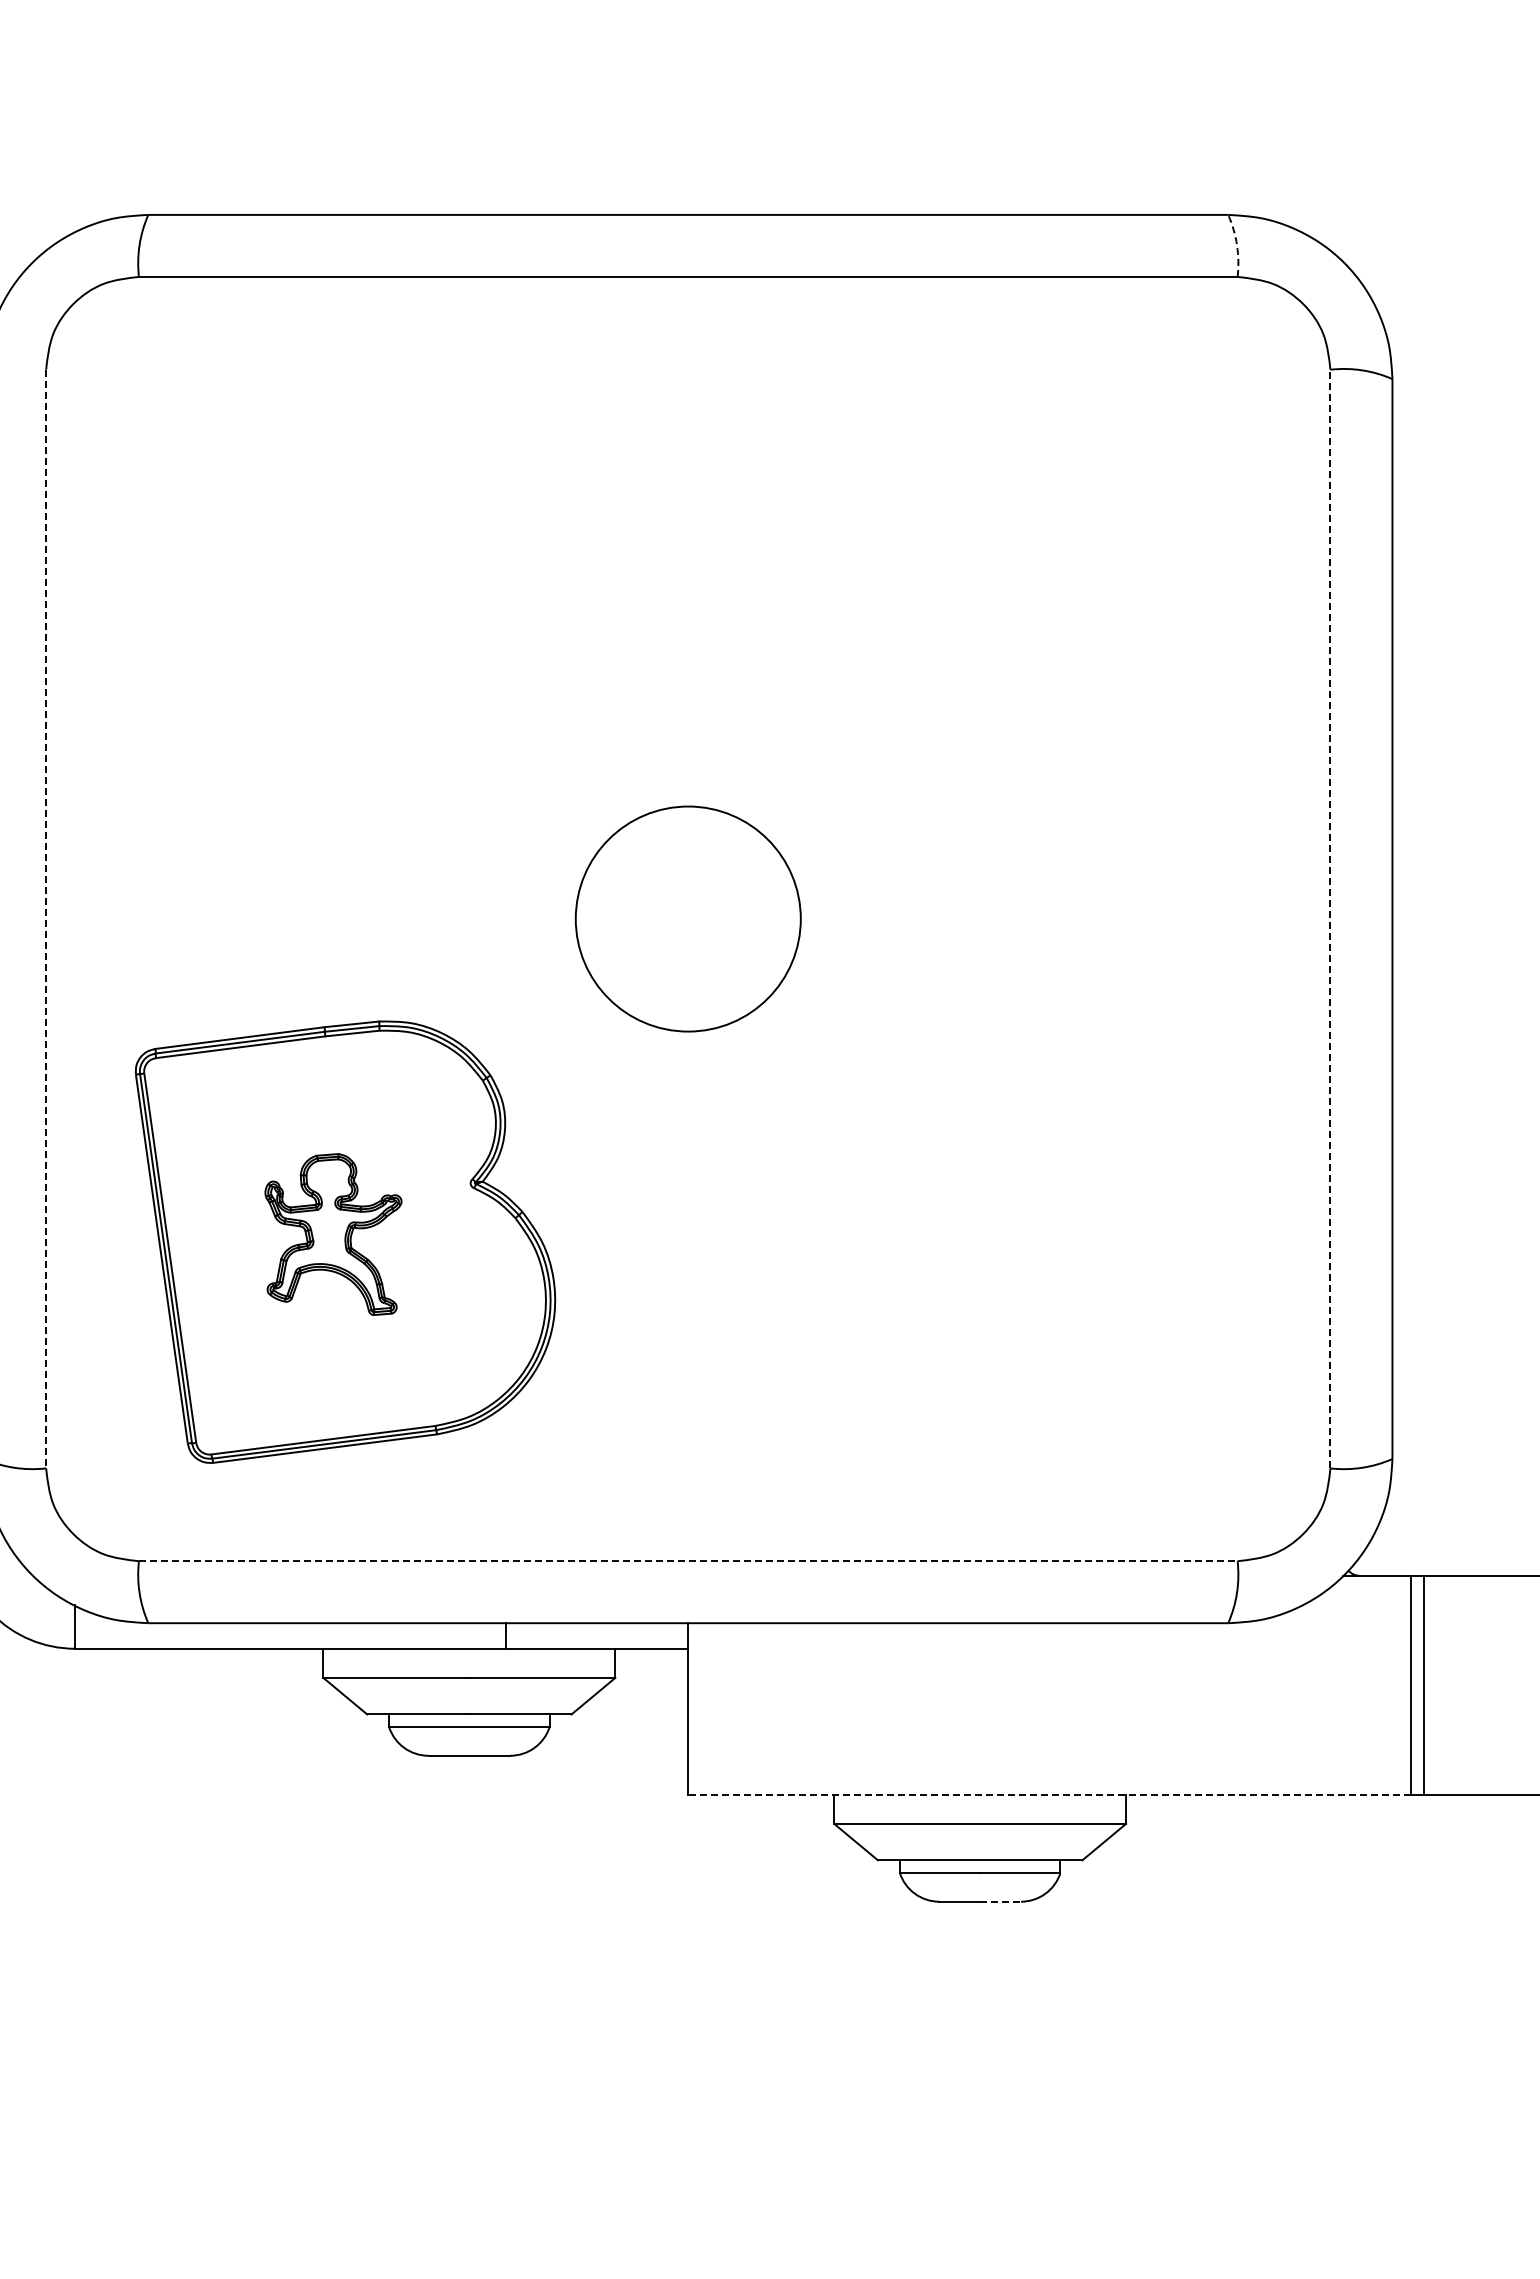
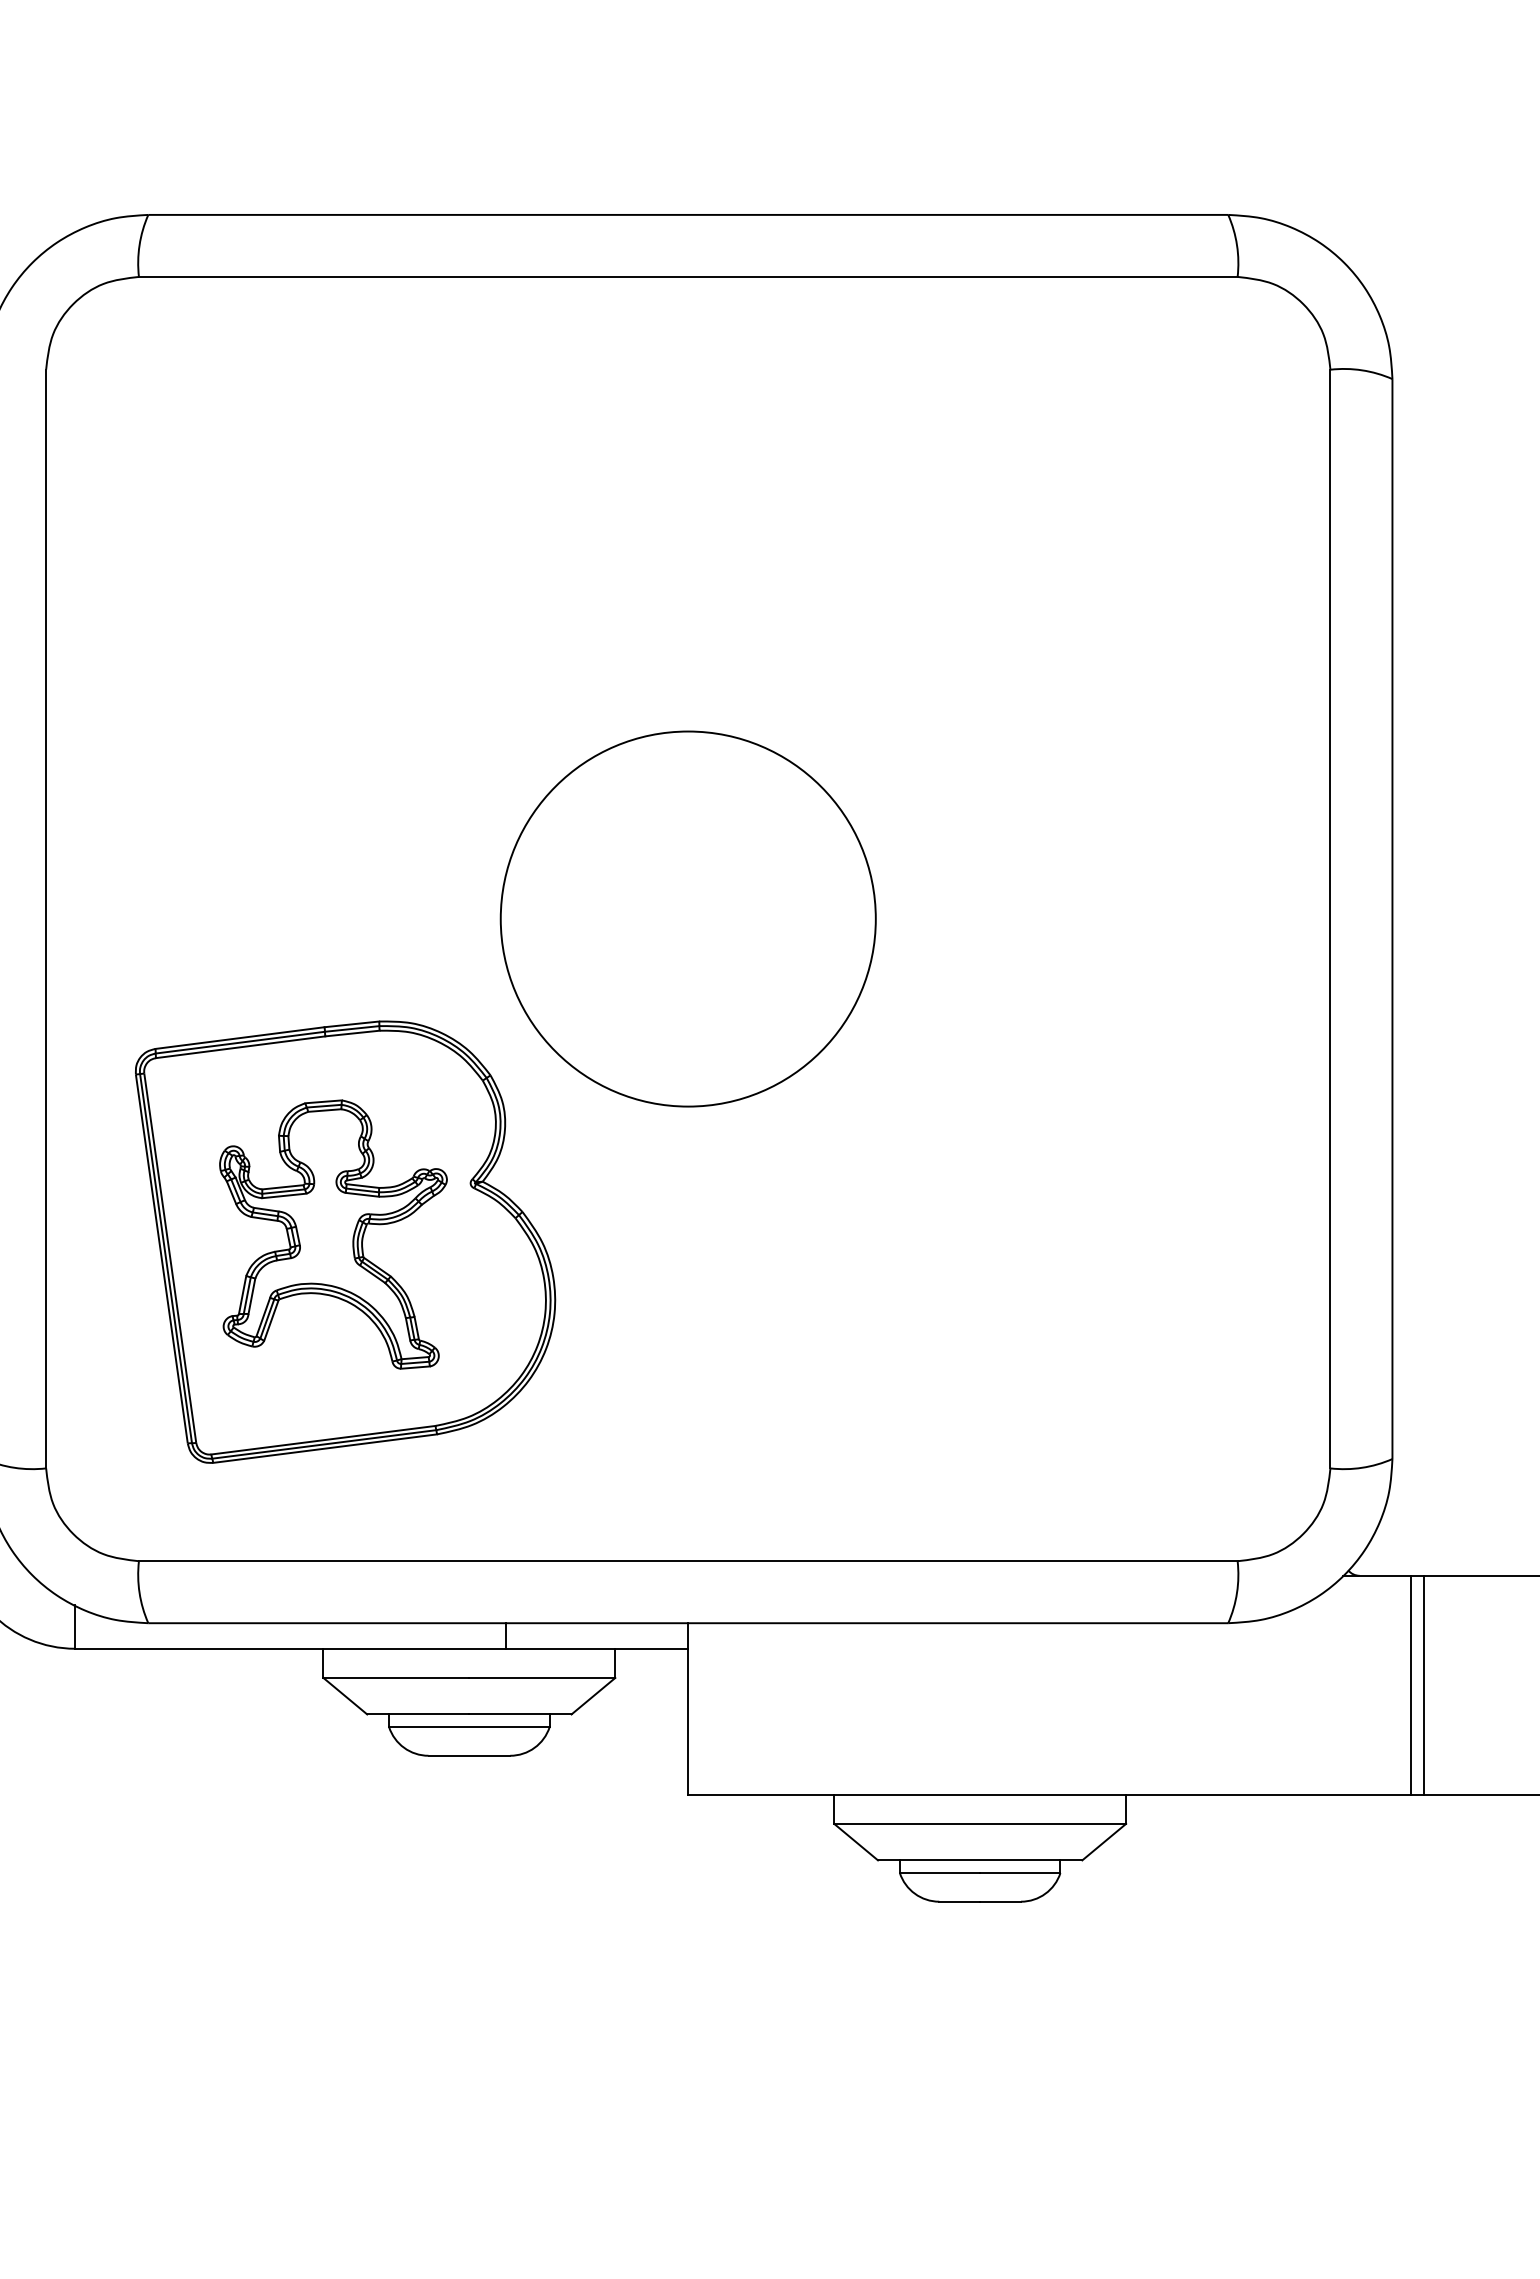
arc at (1237, 245): dashed -> solid
circle at (687, 918) diameter: 225 px -> 375 px
line at (1330, 918): dashed -> solid
line at (46, 919): dashed -> solid
part at (333, 1234) size: 139x163 px -> 229x271 px
line at (688, 1561): dashed -> solid
line at (1048, 1794): dashed -> solid
line at (1001, 1901): dashed -> solid
